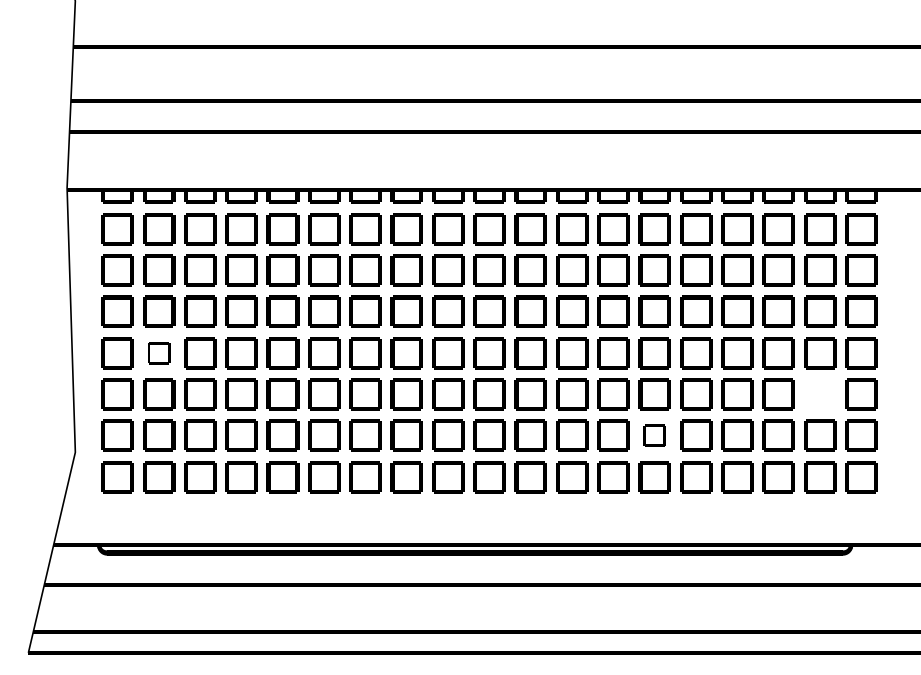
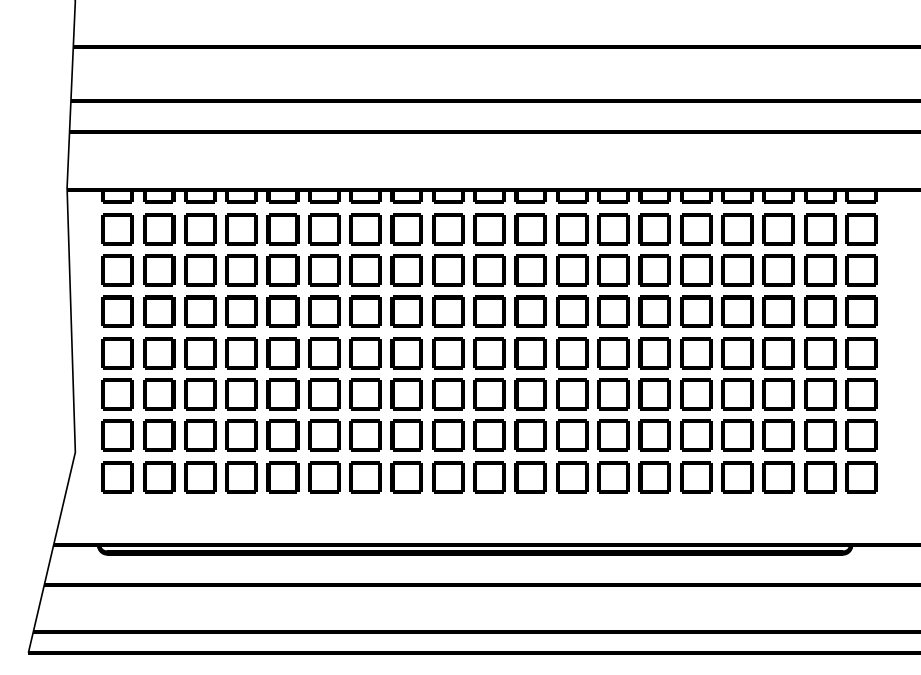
part at (159, 353) size: 23x23 px -> 33x33 px
part at (820, 394): none -> present
part at (654, 435) size: 23x23 px -> 33x33 px
